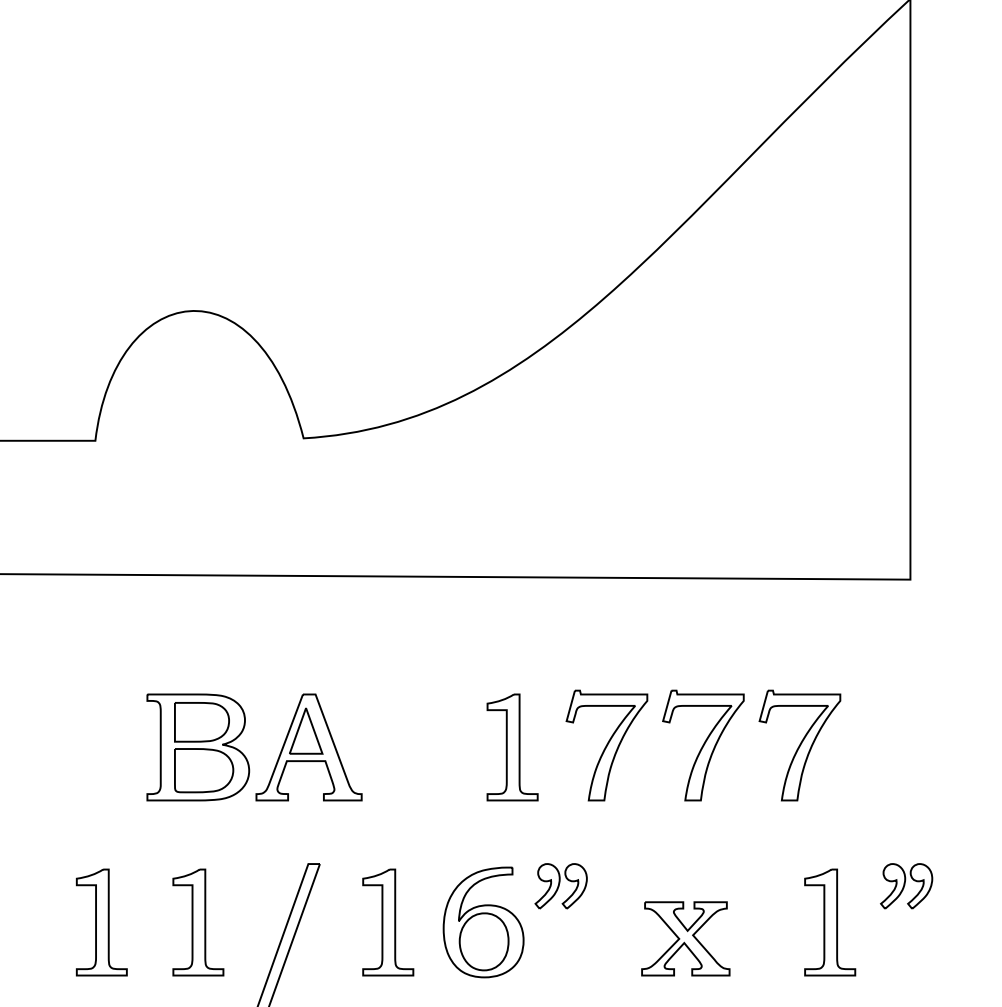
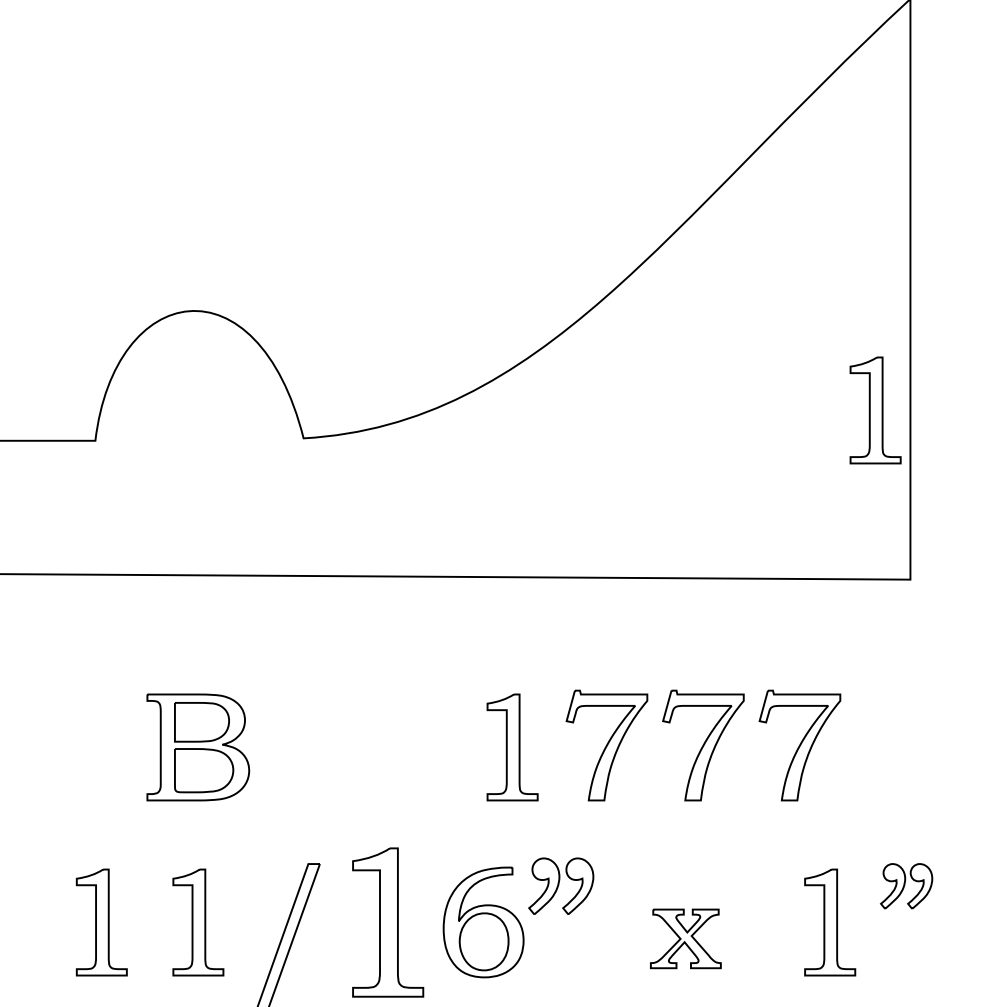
part at (875, 410): none -> present
part at (308, 747): present -> none
part at (560, 886) size: 54x47 px -> 67x58 px
part at (388, 922) size: 53x109 px -> 73x151 px
part at (685, 938) size: 90x76 px -> 72x62 px
